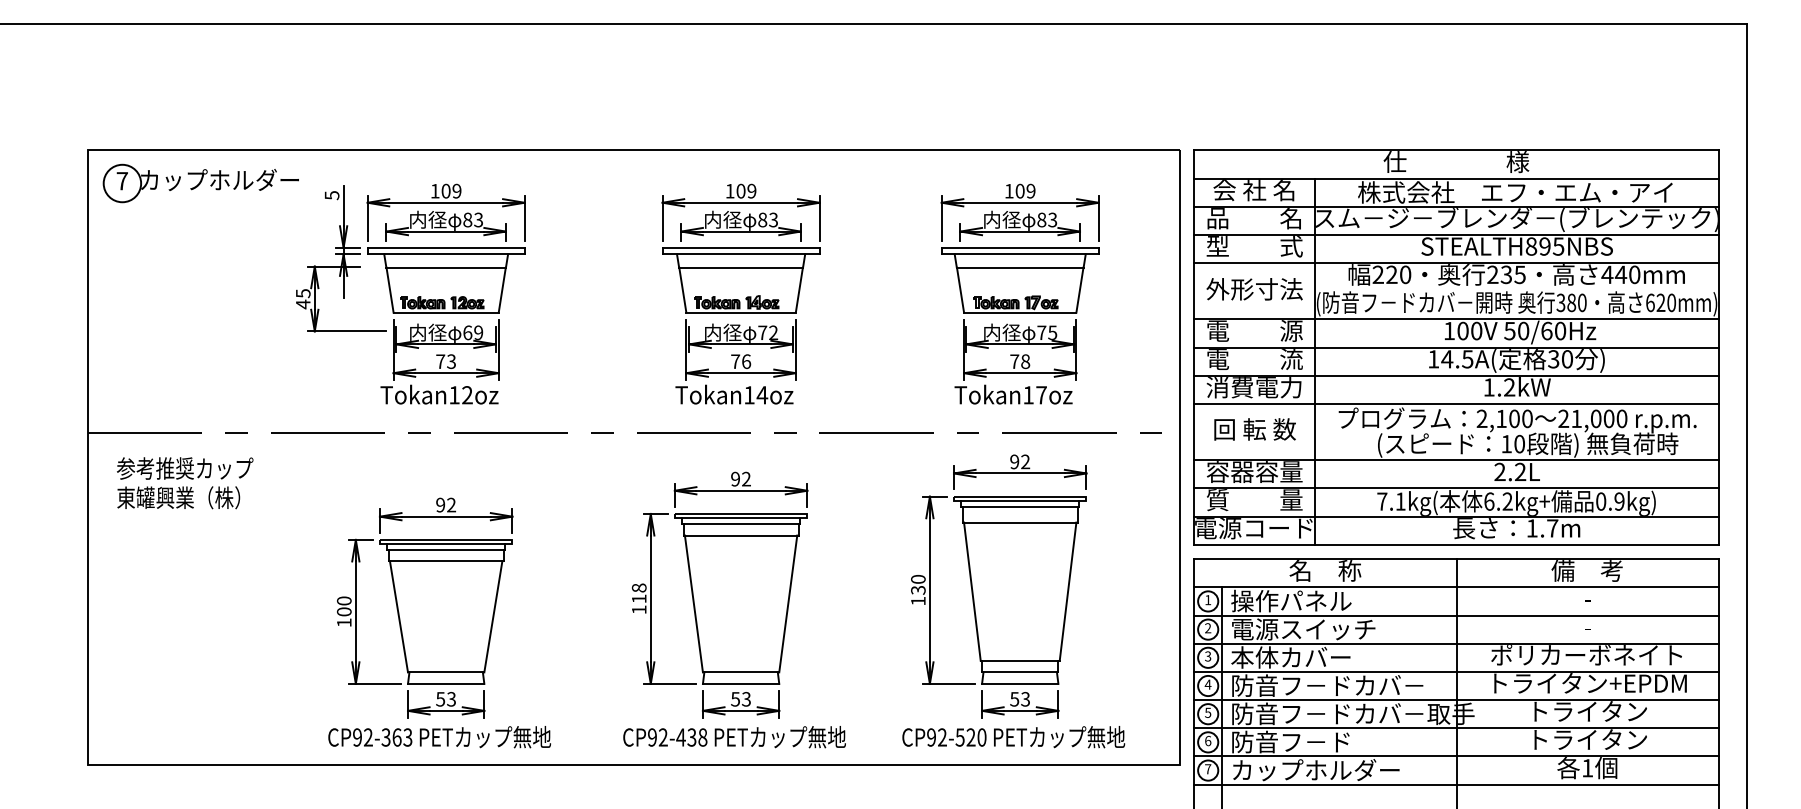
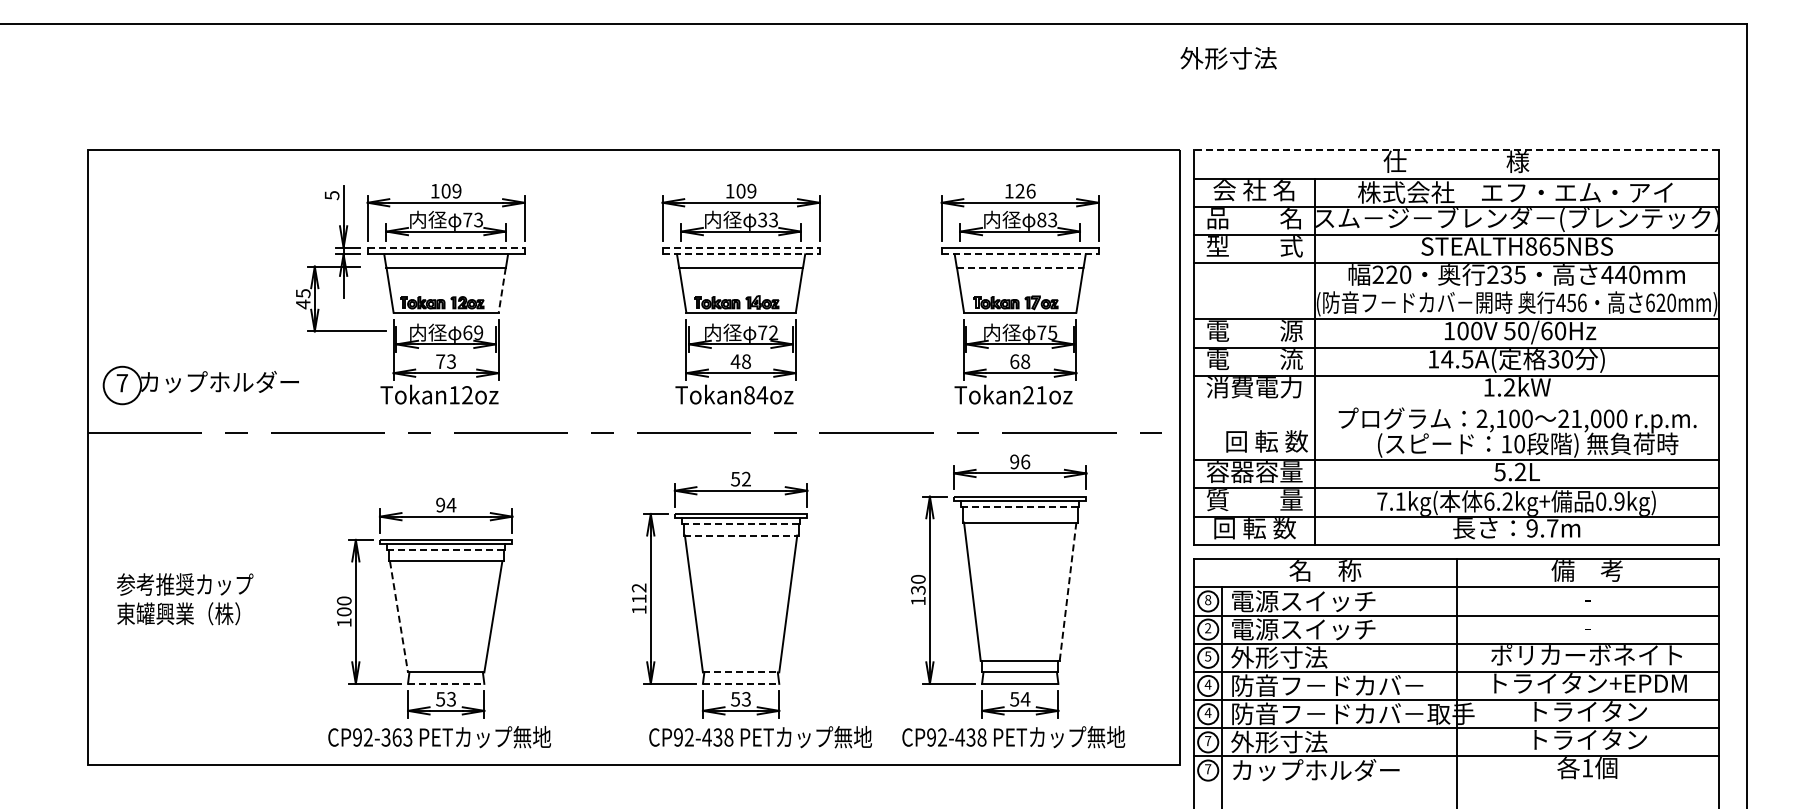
line at (1456, 150): solid -> dashed
part at (200, 183) position: (200, 183) -> (200, 385)
text at (1025, 190): 109 -> 126
text at (467, 219): 83 -> 73
text at (762, 219): 83 -> 33
text at (1544, 246): STEALTH895NBS -> STEALTH865NBS
line at (446, 247): solid -> dashed
line at (741, 247): solid -> dashed
line at (741, 254): solid -> dashed
line at (1020, 254): solid -> dashed
line at (1020, 267): solid -> dashed
text at (1254, 289) position: (1254, 289) -> (1228, 58)
line at (502, 290): solid -> dashed
text at (1571, 302): 380 -> 456
text at (740, 361): 76 -> 48
text at (1014, 361): 78 -> 68
text at (749, 395): Tokan14oz -> Tokan84oz
text at (1034, 395): Tokan17oz -> Tokan21oz
line at (1456, 403): present -> none
text at (1254, 429) position: (1254, 429) -> (1266, 441)
text at (1025, 461): 92 -> 96
text at (1499, 471): 2.2L -> 5.2L
text at (735, 478): 92 -> 52
text at (185, 483) position: (185, 483) -> (185, 599)
text at (451, 504): 92 -> 94
line at (1020, 506): solid -> dashed
line at (741, 524): solid -> dashed
text at (1253, 528): 電源コード -> 回 転 数
text at (1531, 528): 1.7m -> 9.7m
line at (741, 535): solid -> dashed
line at (446, 549): solid -> dashed
text at (639, 587): 118 -> 112
line at (1068, 591): solid -> dashed
text at (1208, 600): 1 -> 8
text at (1303, 600): 操作パネル -> 電源スイッチ
line at (399, 617): solid -> dashed
text at (1208, 655): 3 -> 5
text at (1290, 657): 本体カバー -> 外形寸法
line at (741, 672): solid -> dashed
line at (446, 683): solid -> dashed
line at (741, 683): solid -> dashed
text at (1025, 698): 53 -> 54
text at (1207, 712): 5 -> 4
text at (734, 737) position: (734, 737) -> (760, 737)
text at (970, 737): CP92-520 -> CP92-438
text at (1208, 740): 6 -> 7
text at (1290, 741): 防音フ－ド -> 外形寸法
line at (1456, 784): present -> none
